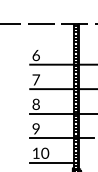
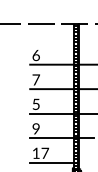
text at (35, 103): 8 -> 5
text at (45, 152): 10 -> 17
